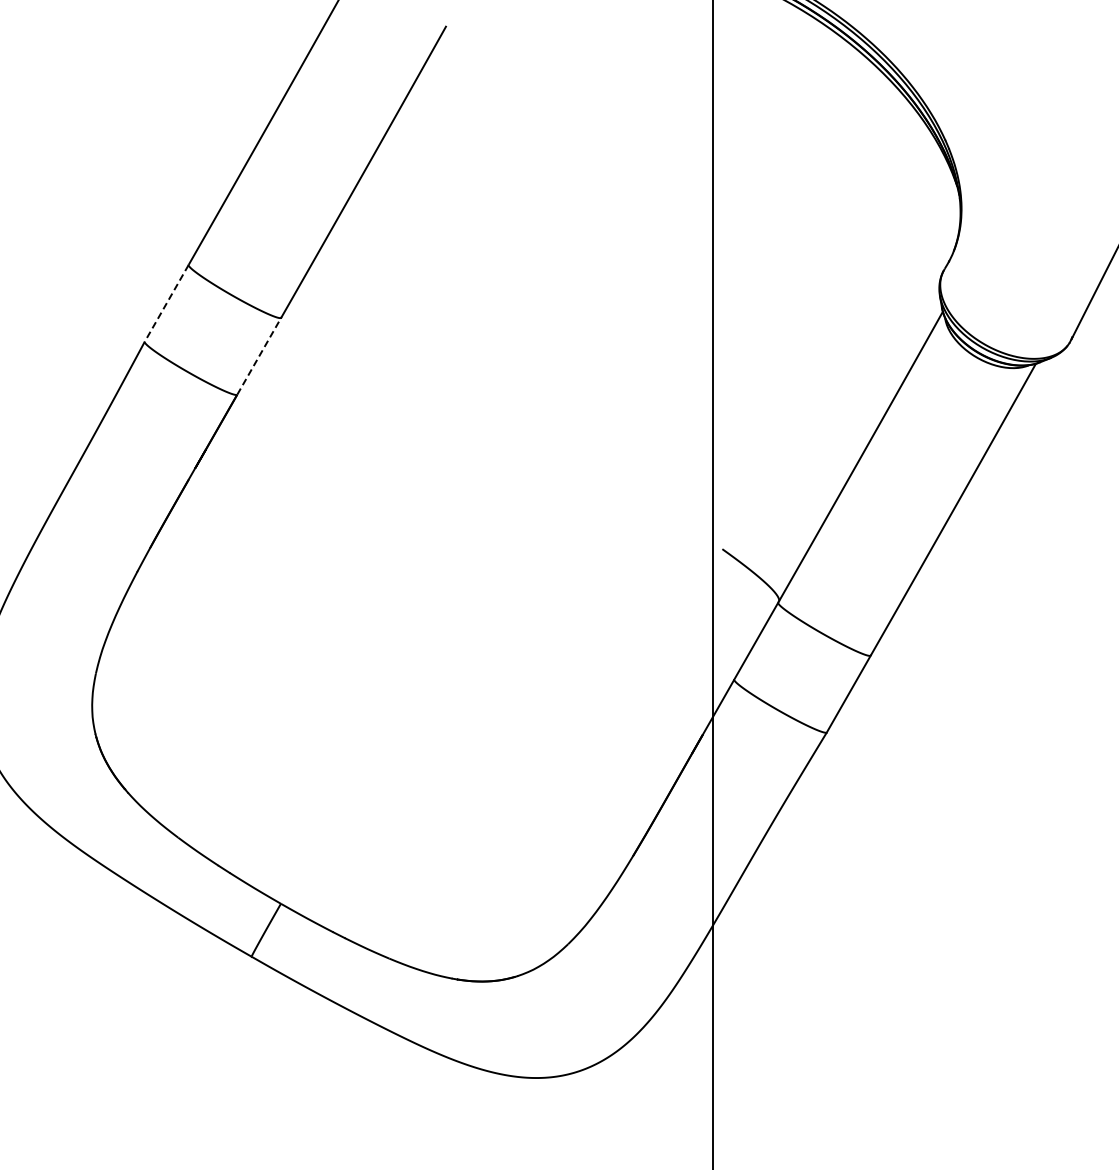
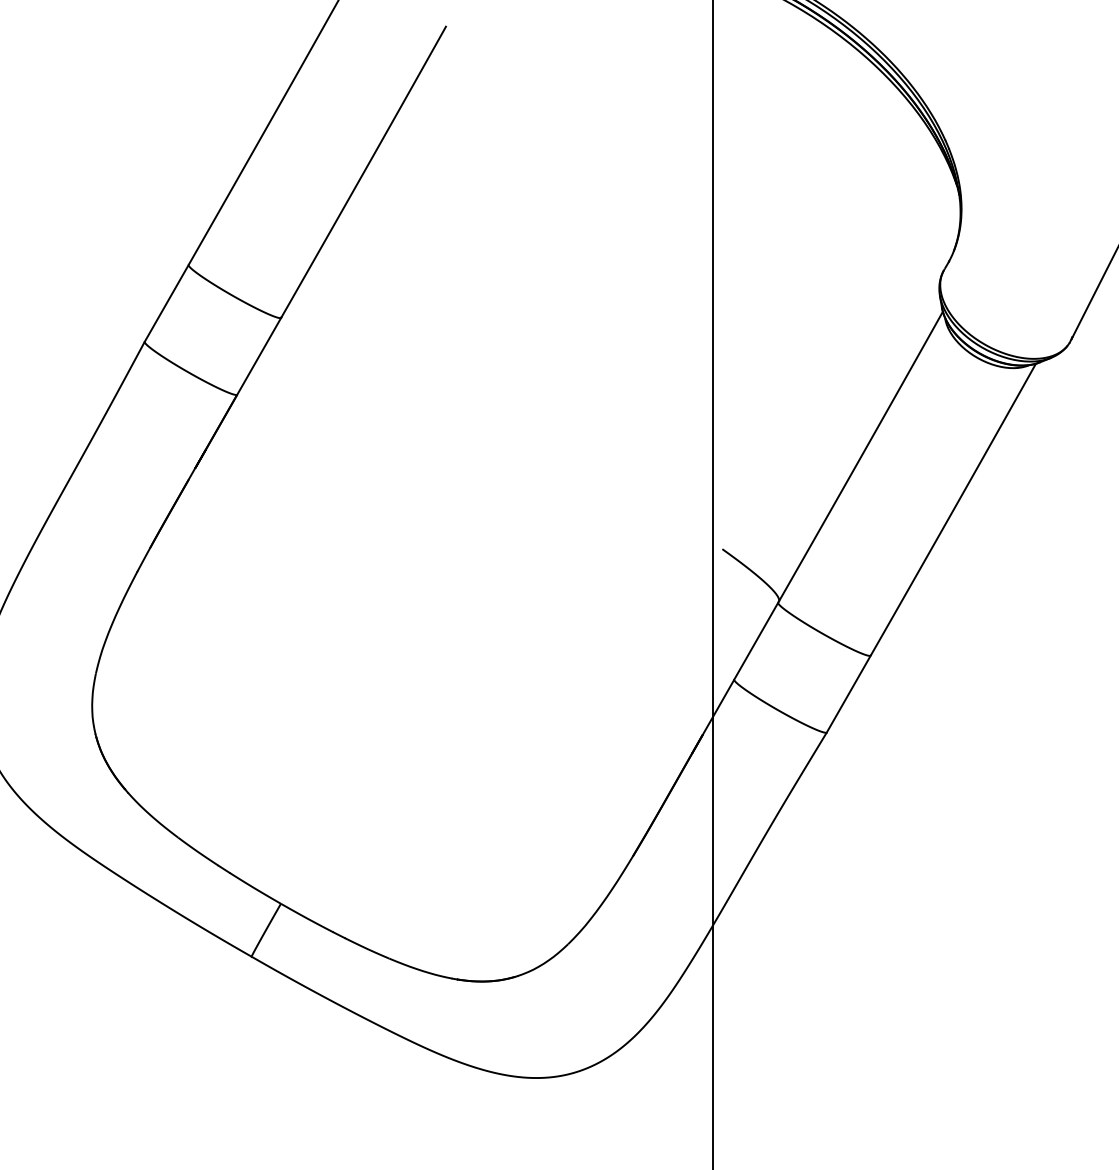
line at (166, 303): dashed -> solid
line at (259, 355): dashed -> solid
